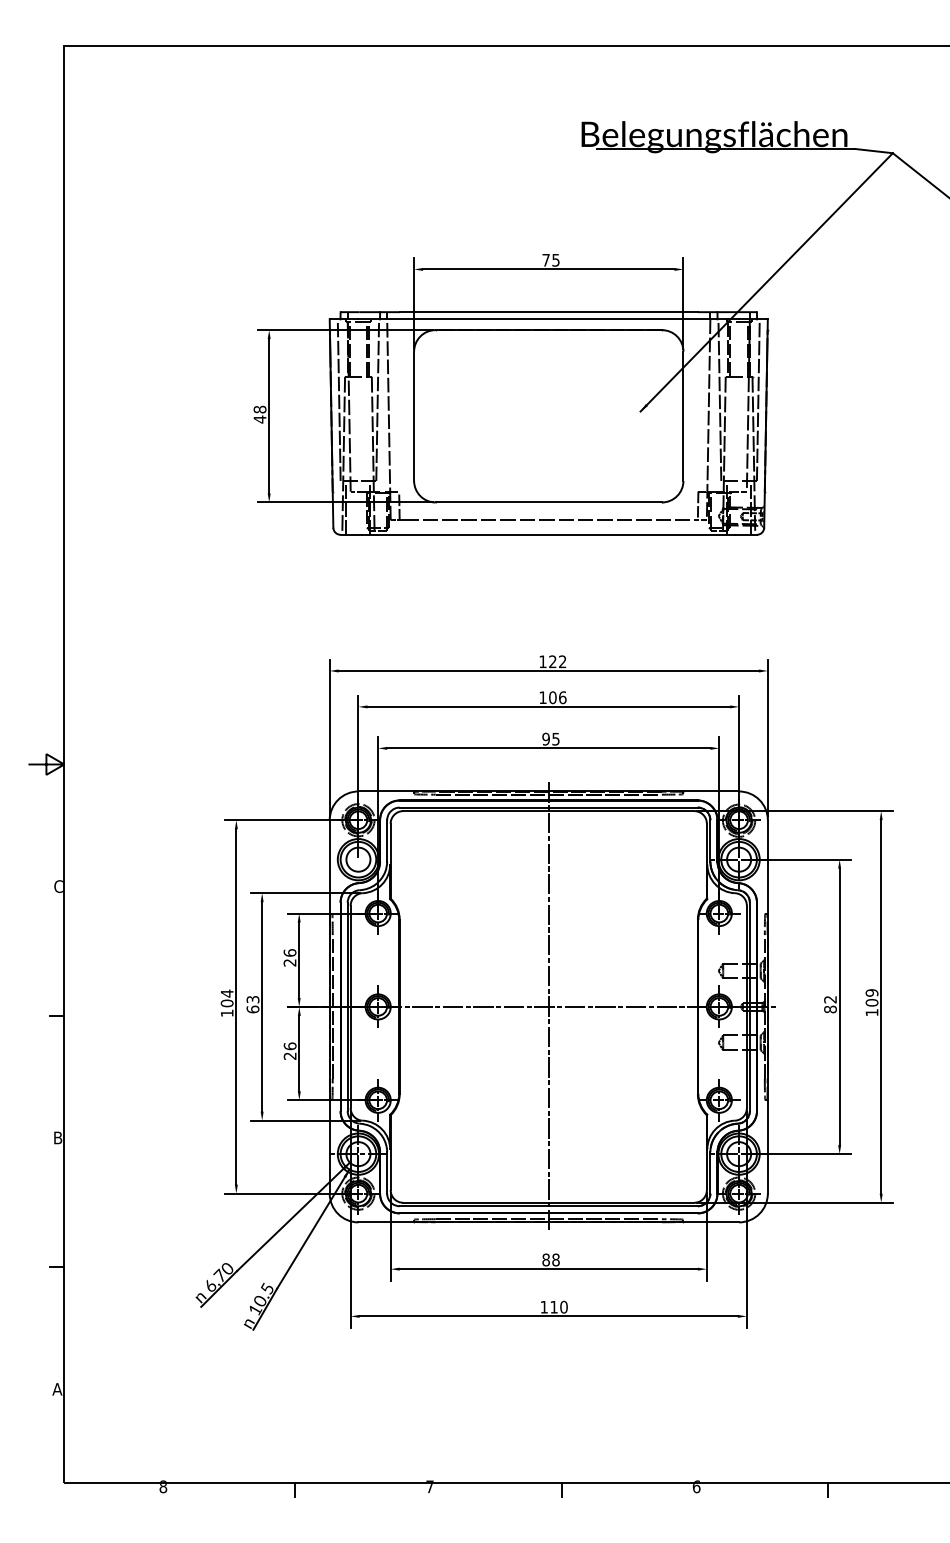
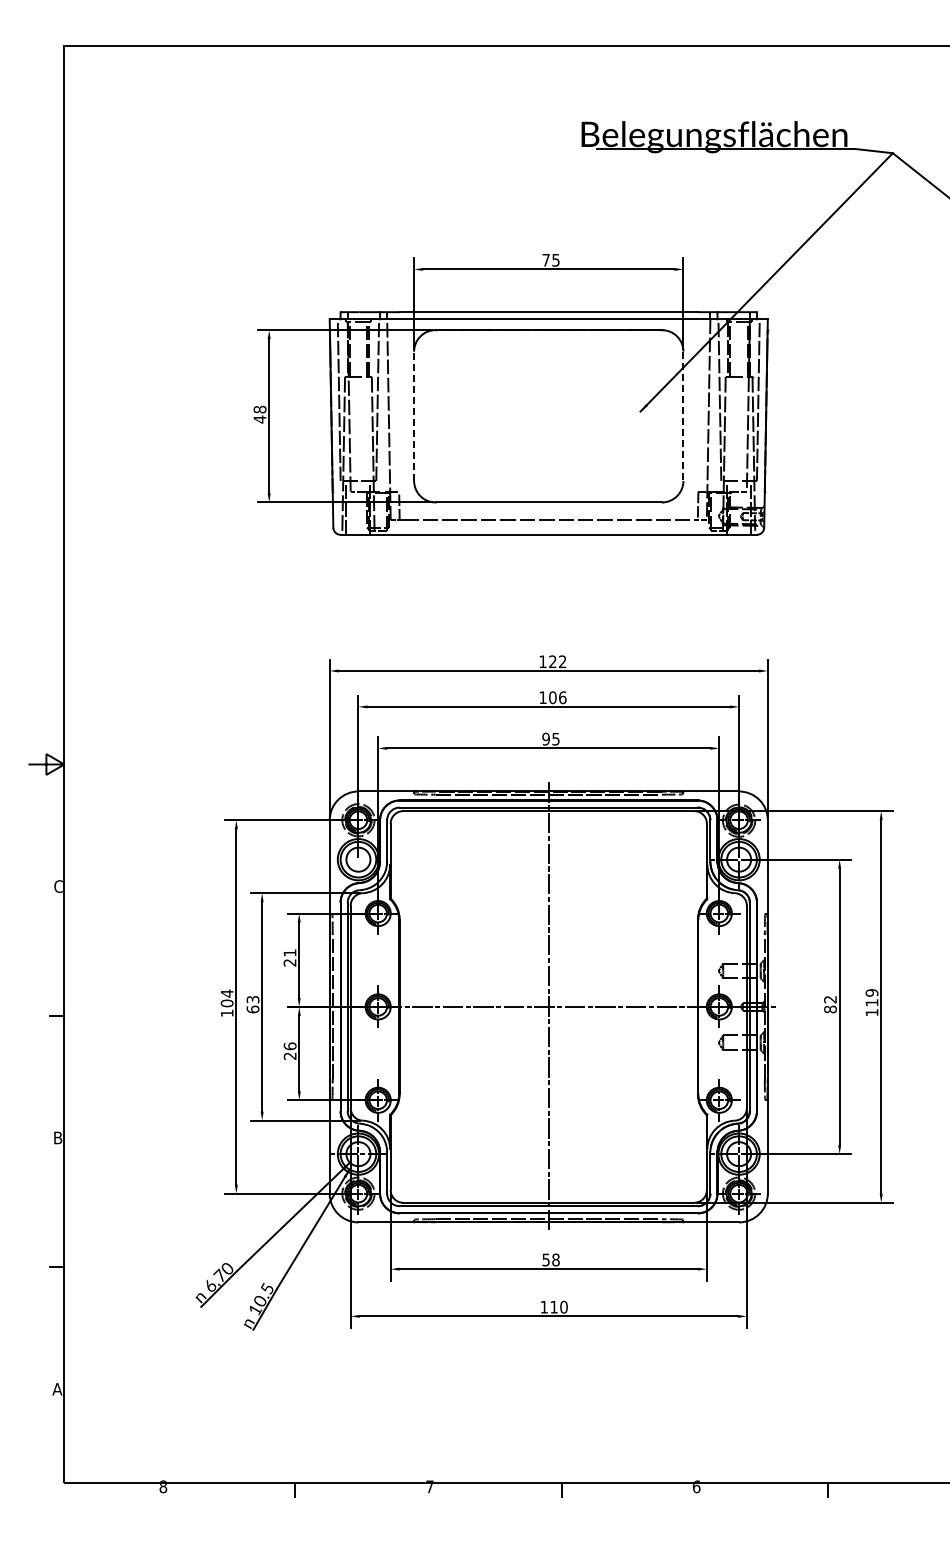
line at (414, 416): solid -> dashed
line at (683, 416): solid -> dashed
text at (289, 952): 26 -> 21
text at (871, 1002): 109 -> 119
text at (545, 1259): 88 -> 58
